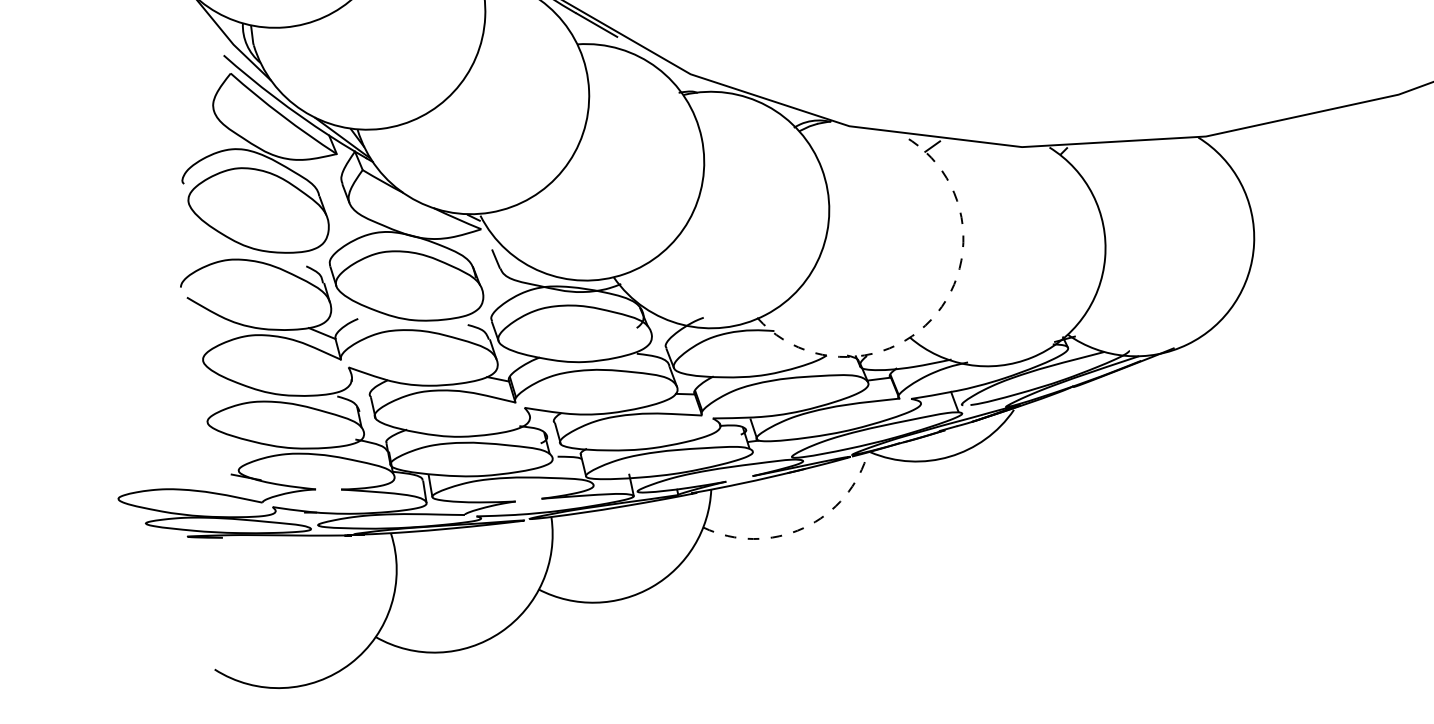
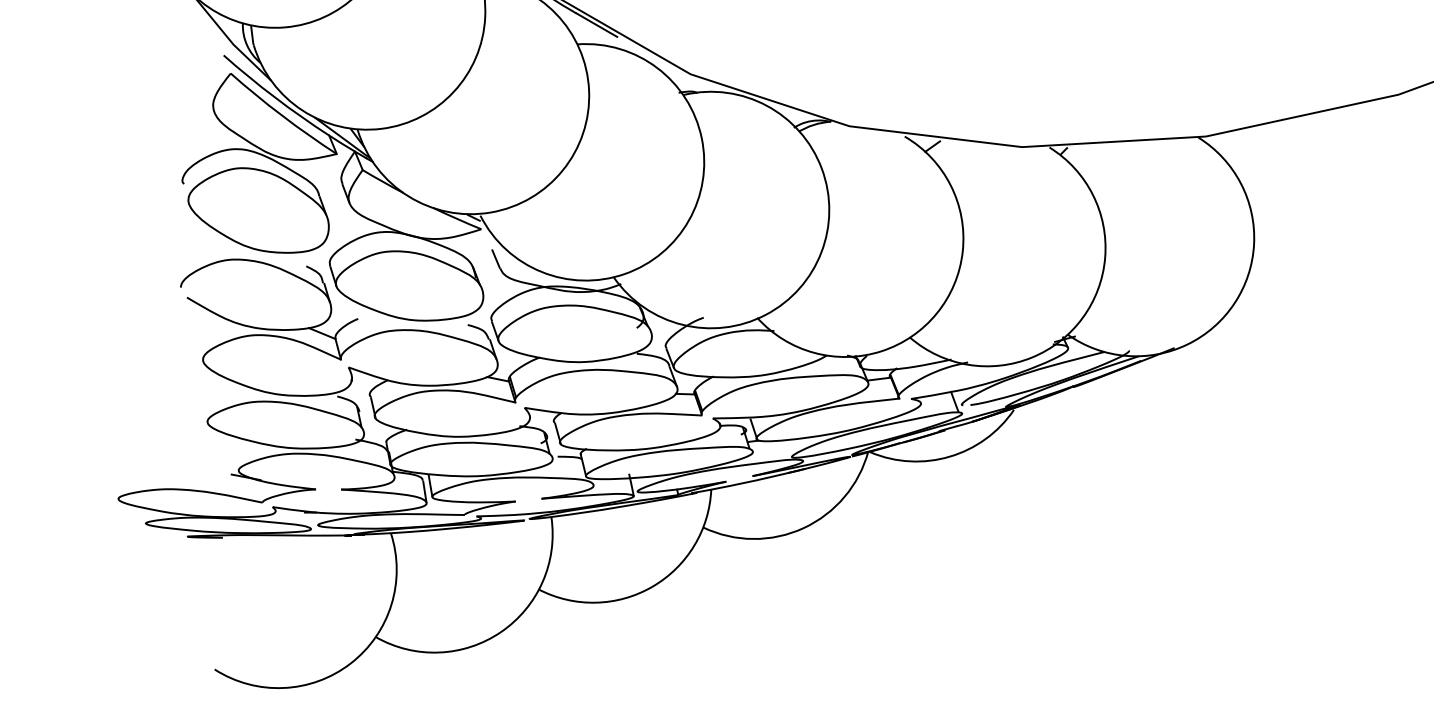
arc at (936, 313): dashed -> solid
arc at (803, 528): dashed -> solid
